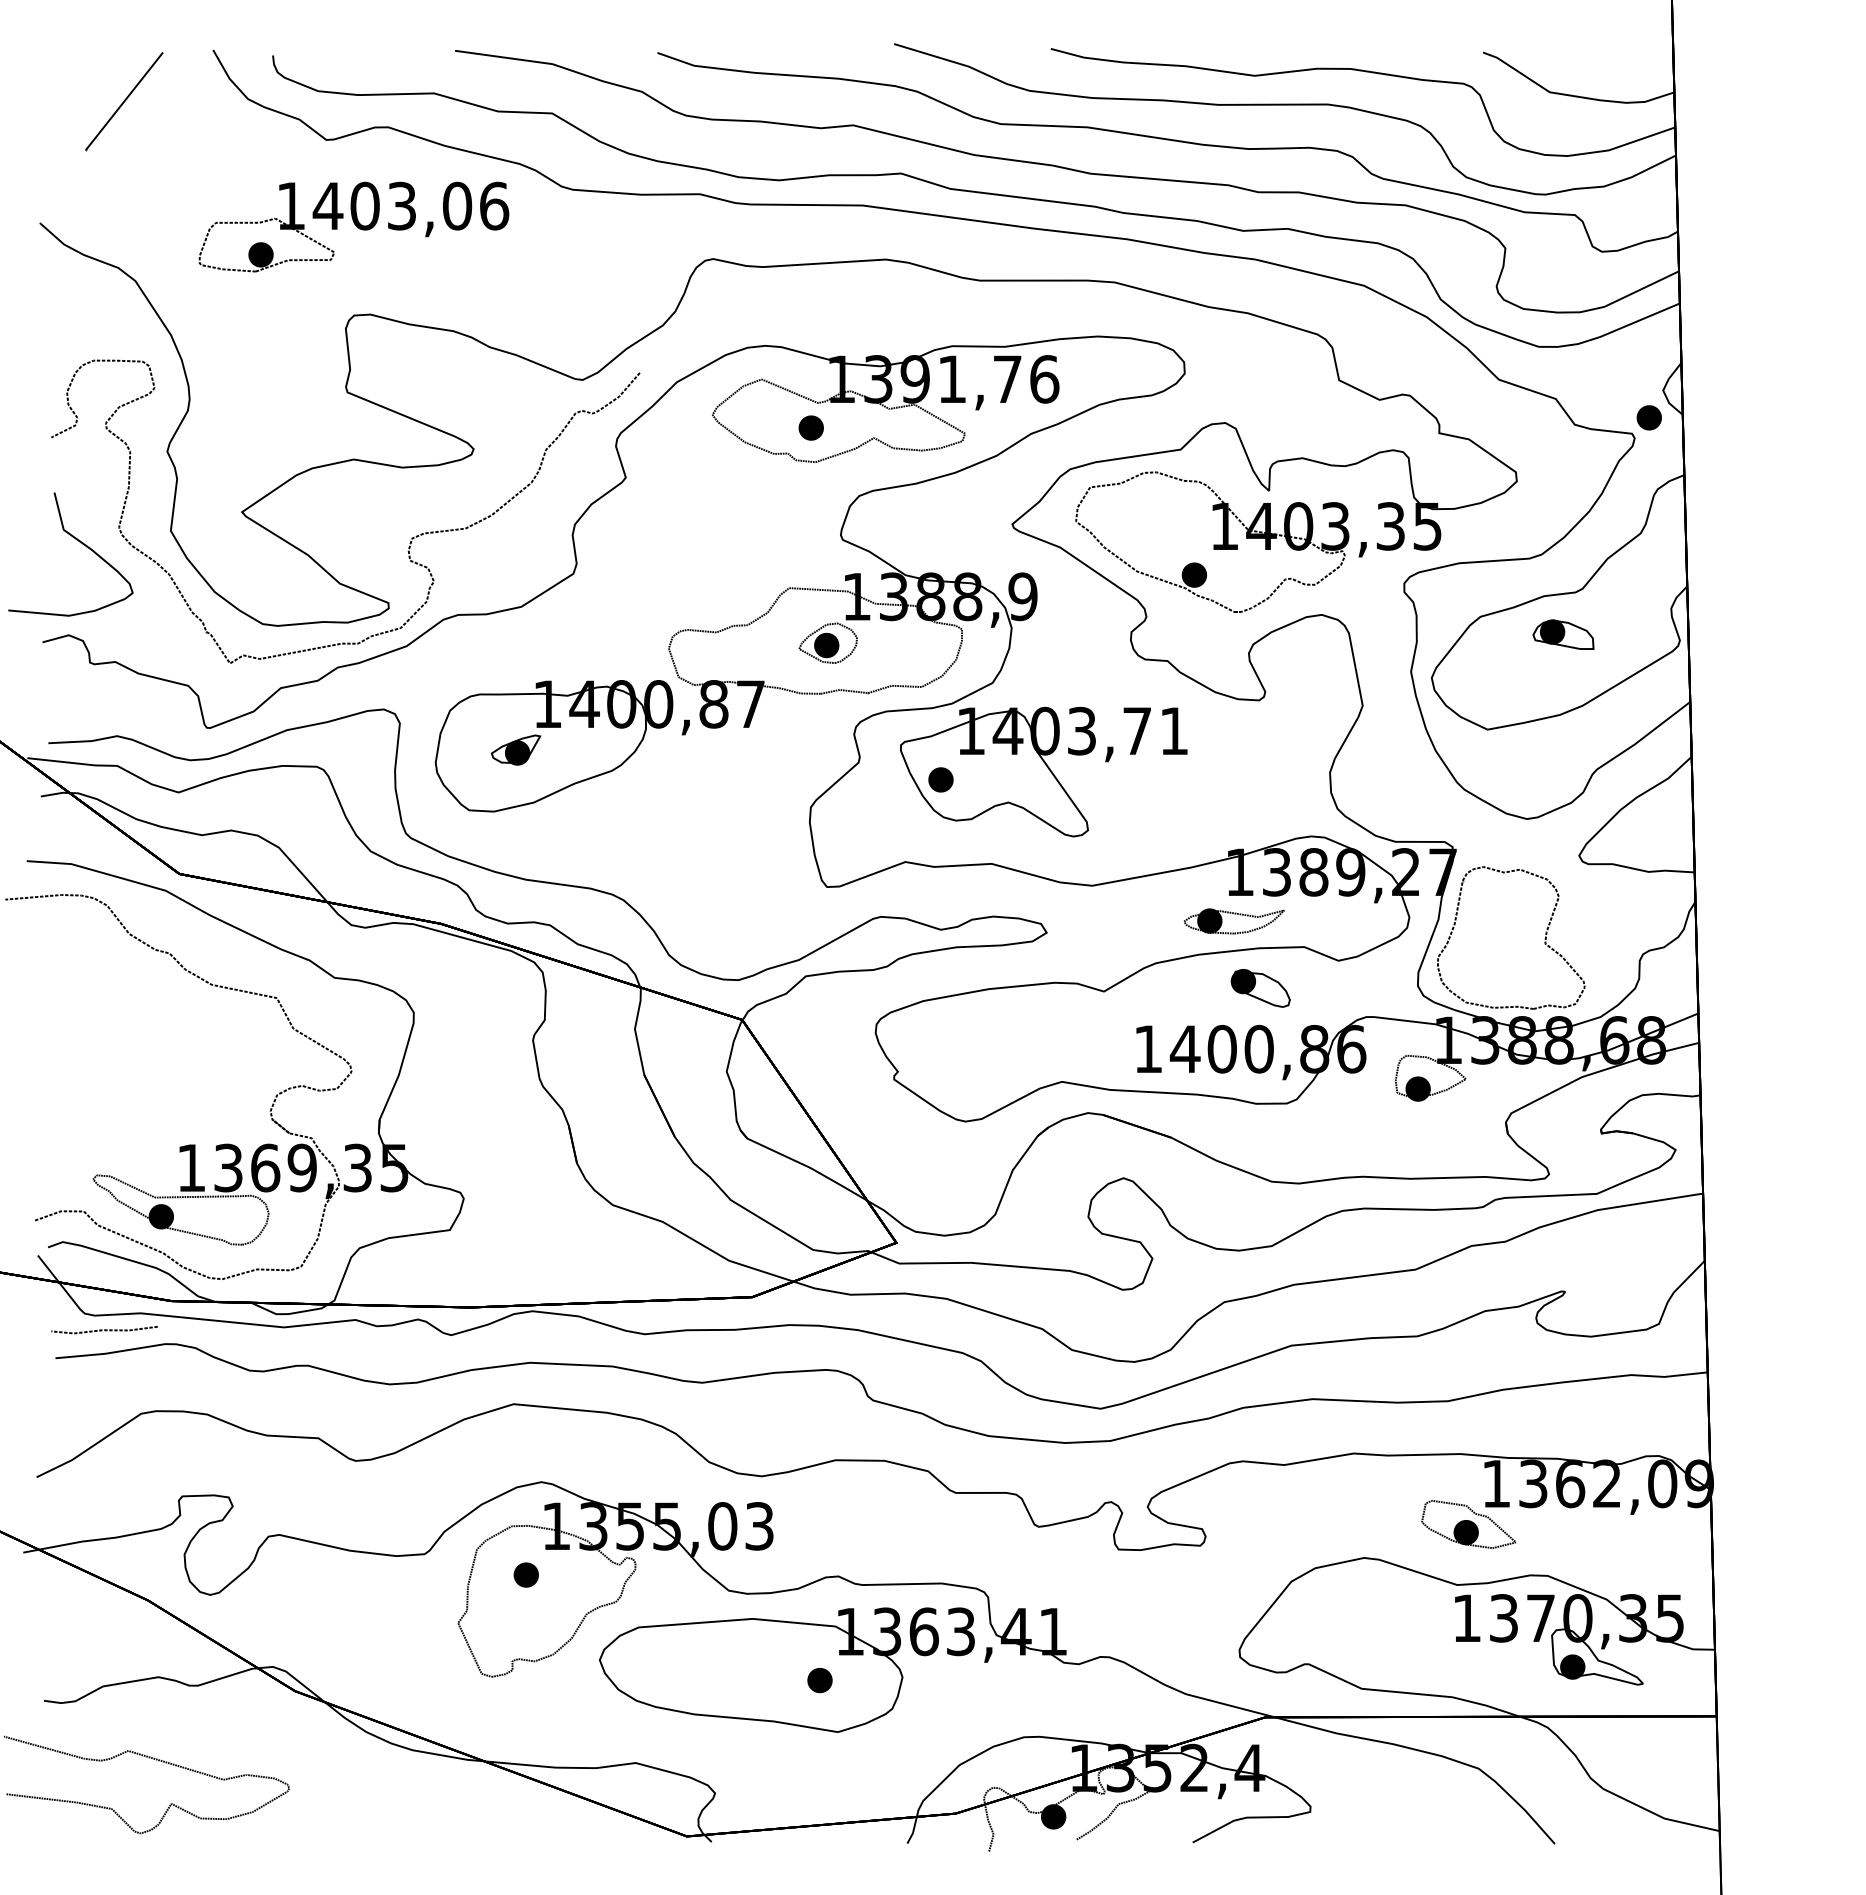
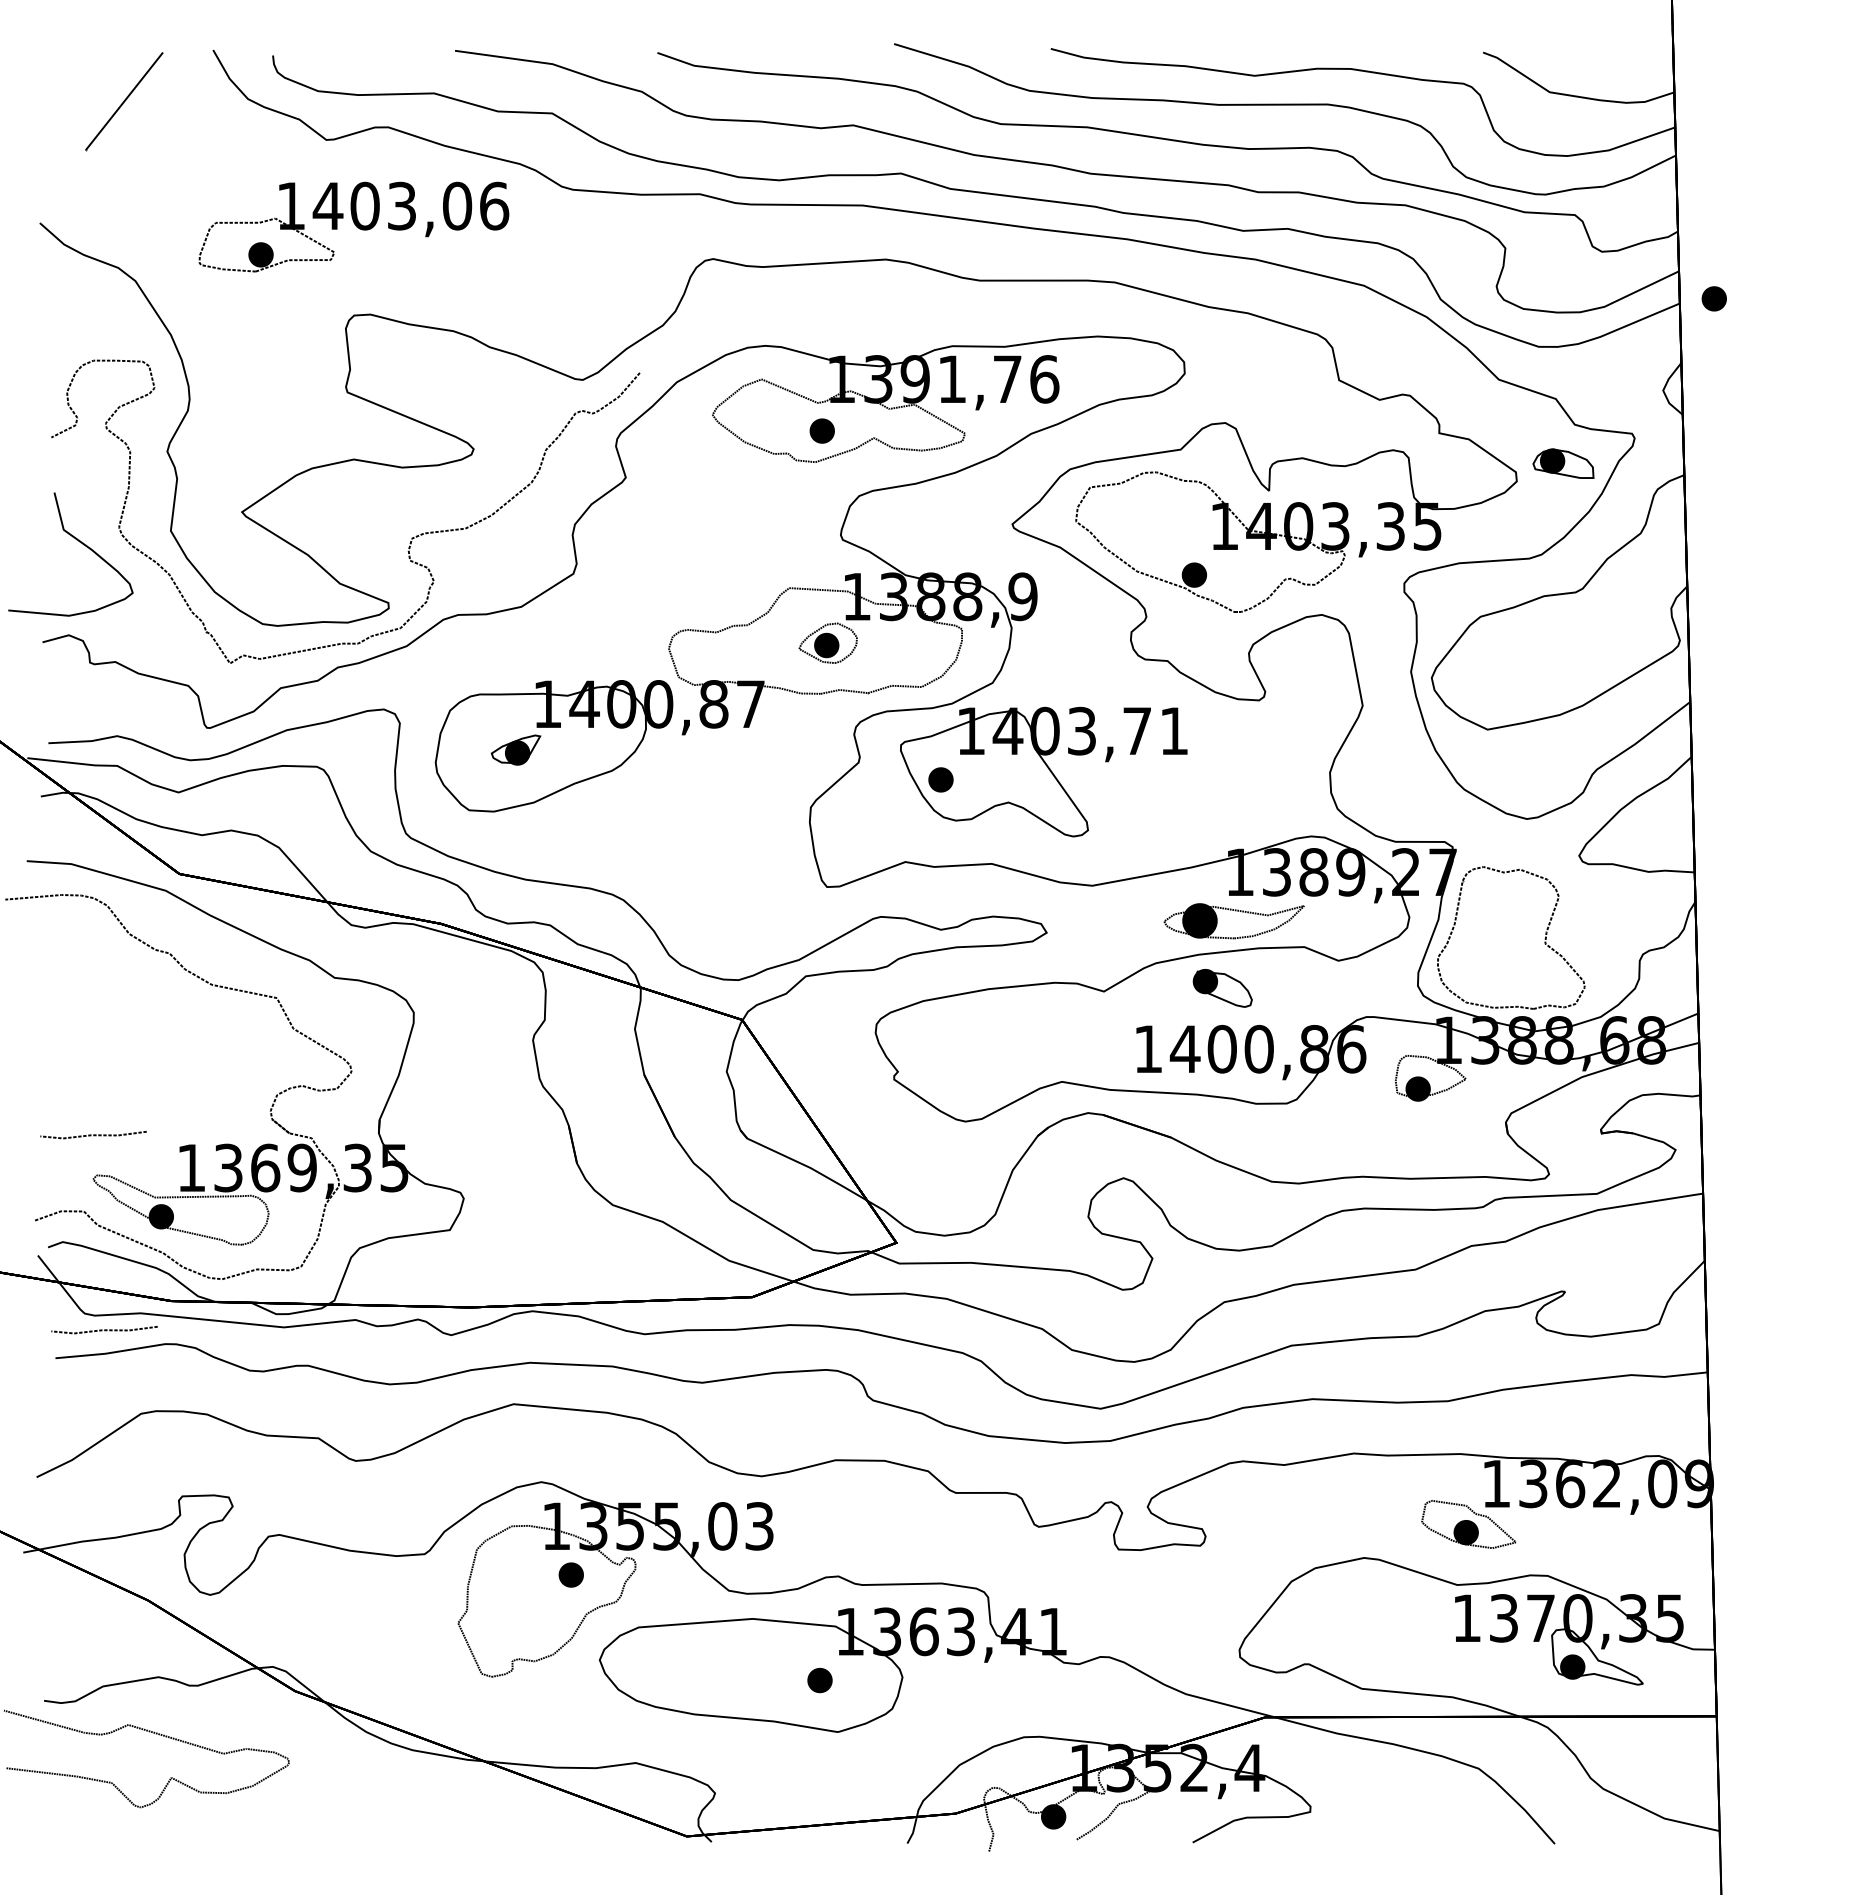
part at (1648, 417) position: (1648, 417) -> (1713, 298)
part at (810, 427) position: (810, 427) -> (821, 430)
part at (1563, 634) position: (1563, 634) -> (1563, 463)
part at (1234, 921) size: 101x27 px -> 142x37 px
part at (1260, 988) position: (1260, 988) -> (1222, 988)
line at (93, 1135): none -> present
part at (525, 1574) position: (525, 1574) -> (570, 1574)
curve at (153, 1759) position: (153, 1759) -> (153, 1733)
